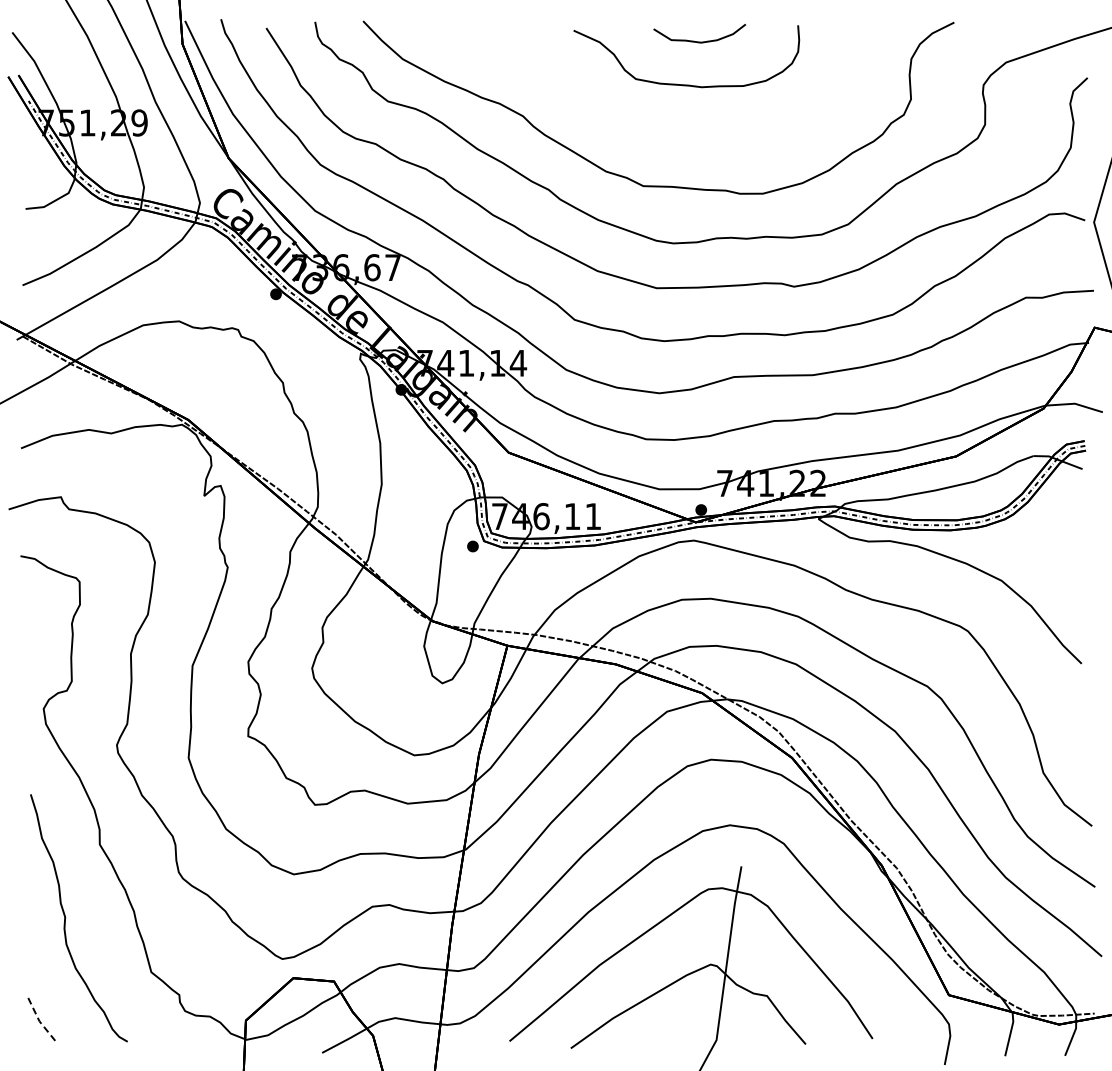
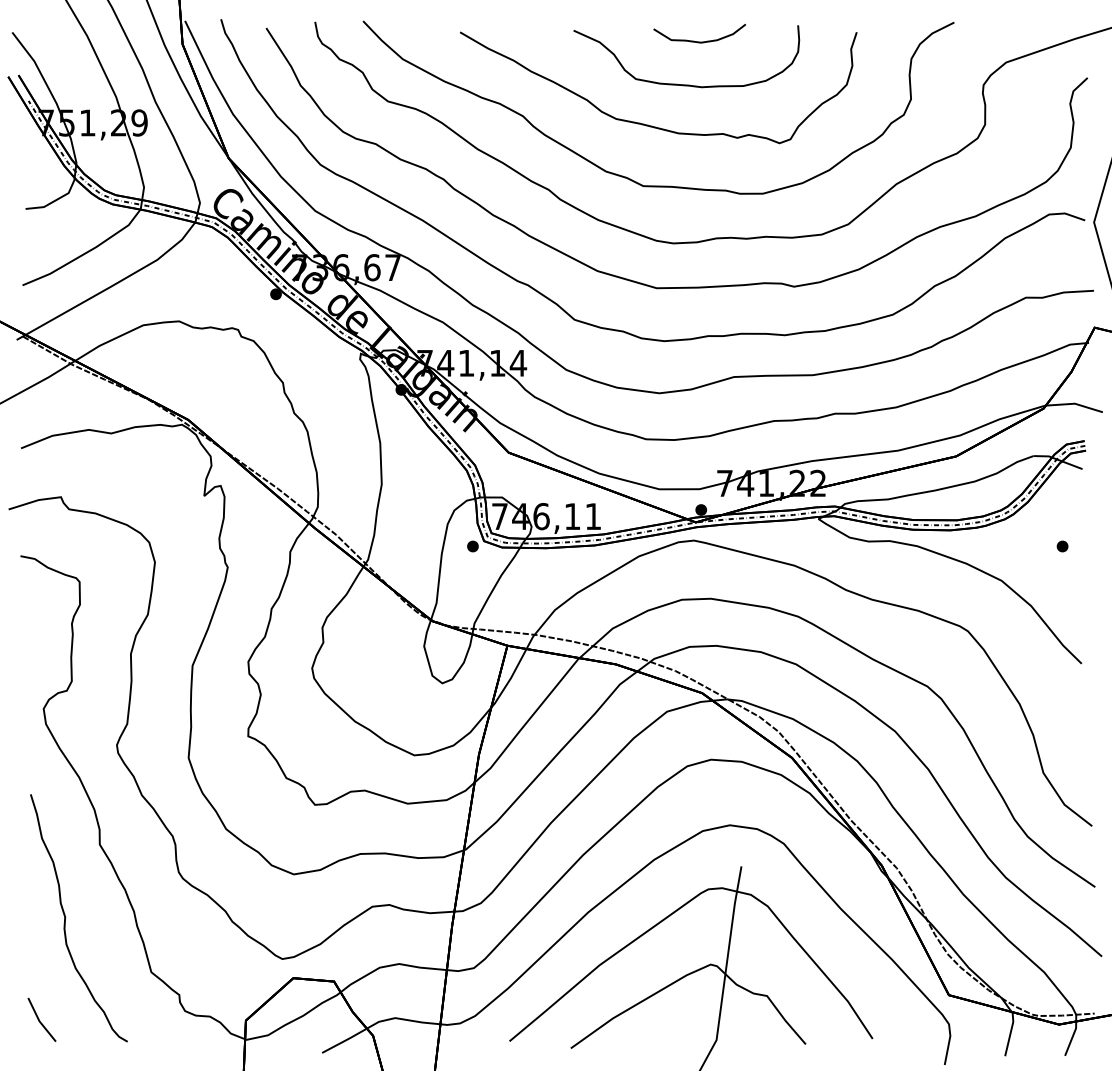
curve at (648, 124): none -> present
part at (1062, 546): none -> present
line at (39, 1021): dashed -> solid
